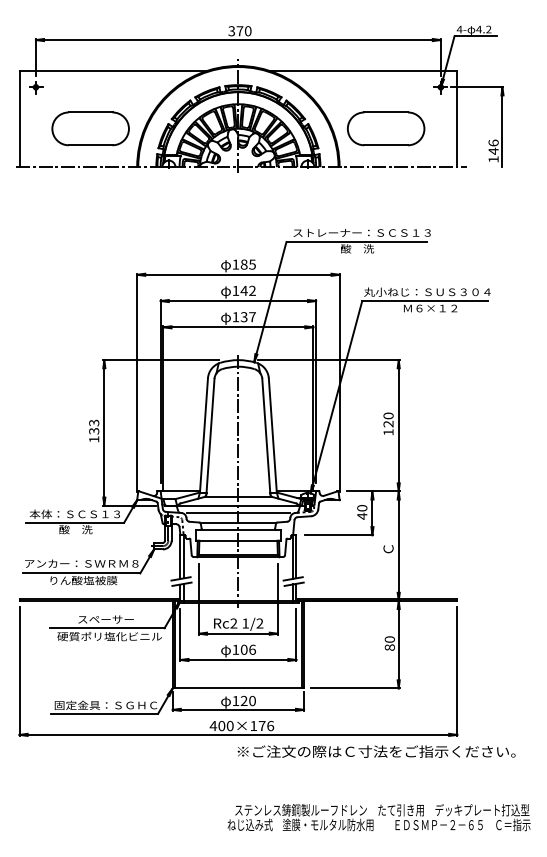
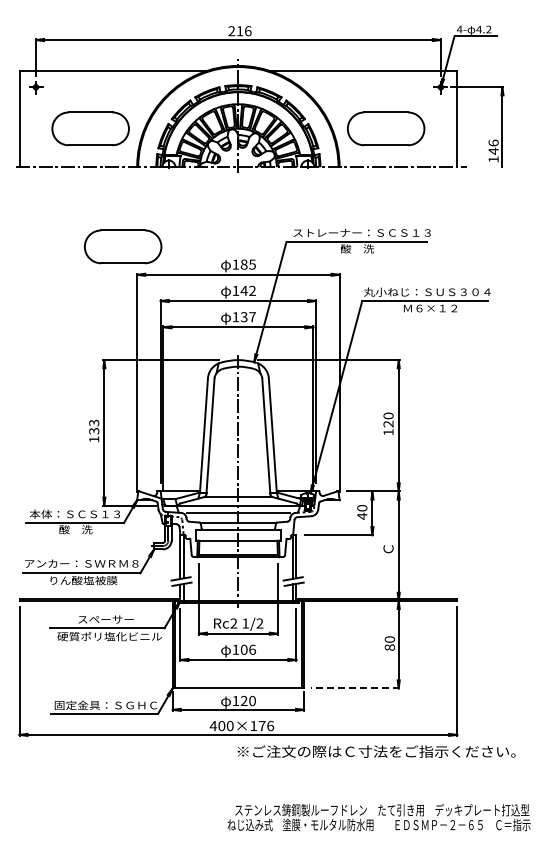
text at (239, 31): 370 -> 216
part at (123, 246): none -> present
line at (354, 688): solid -> dashed
